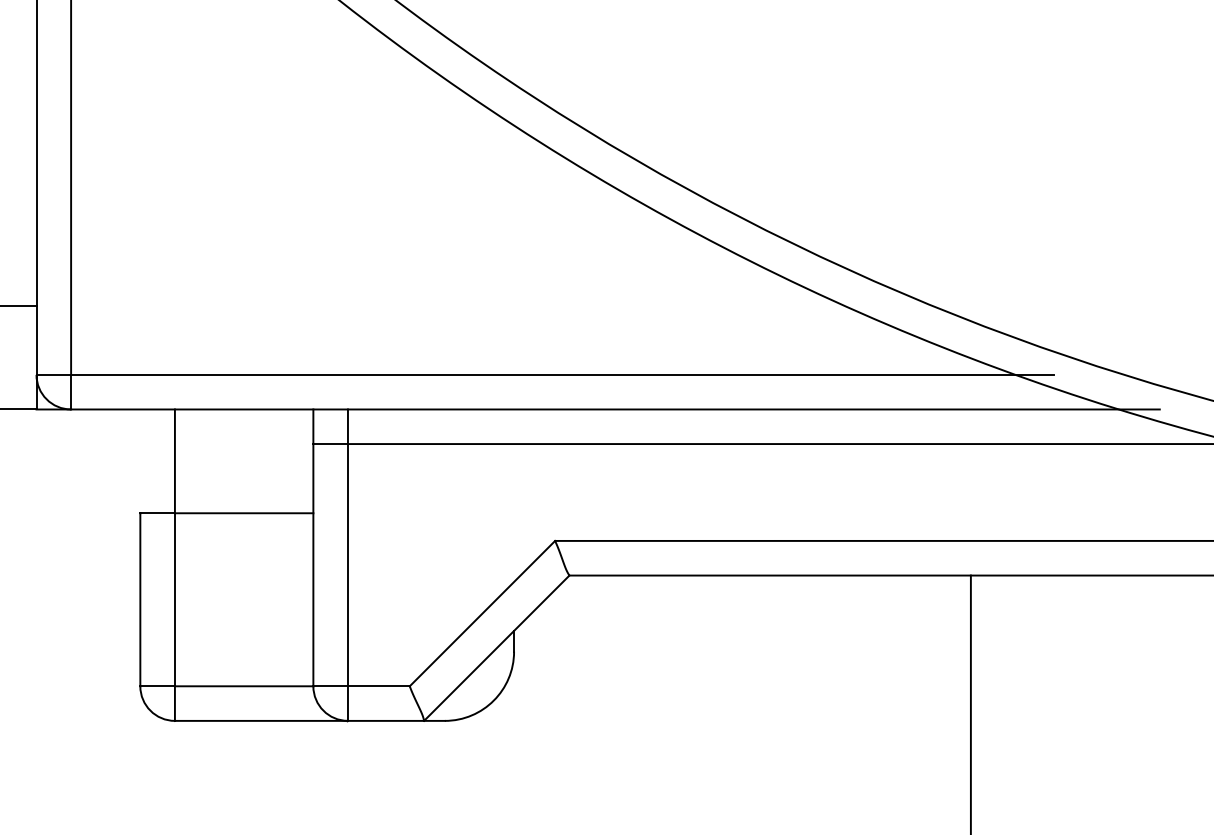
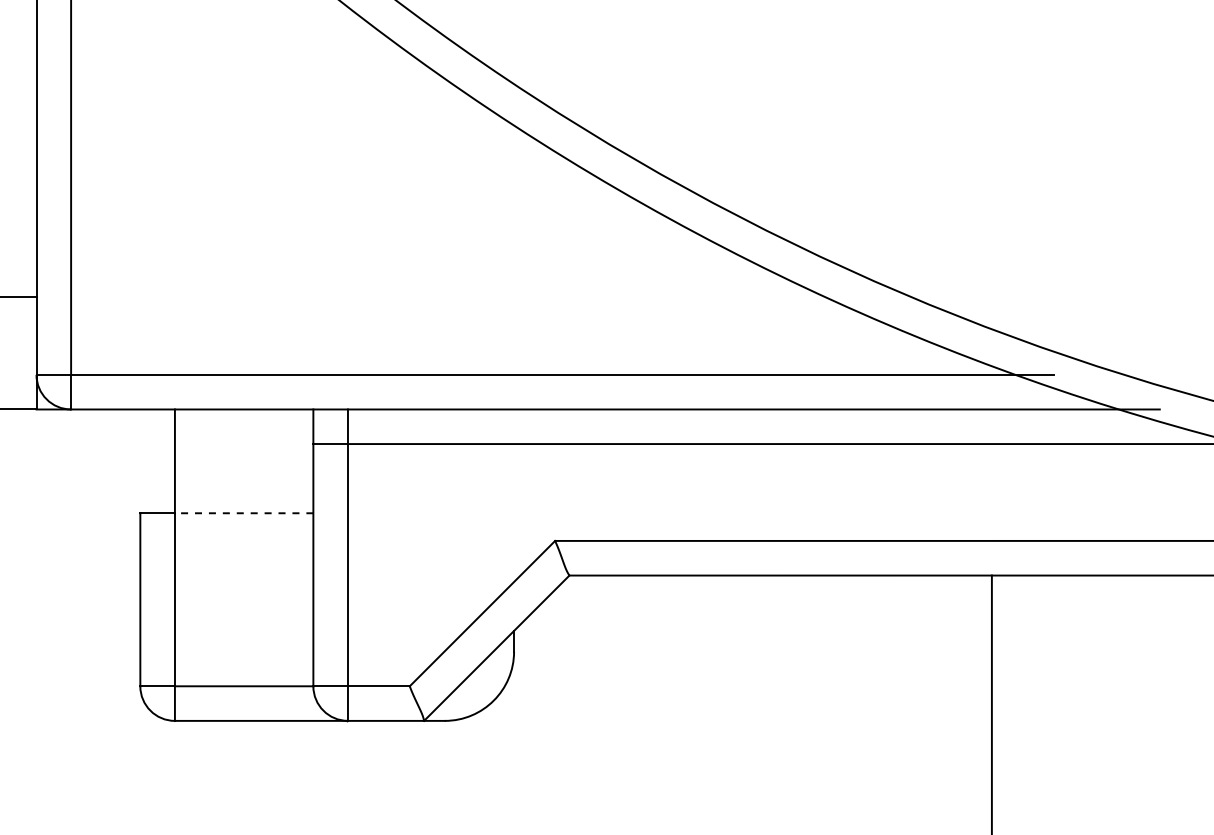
line at (19, 305) position: (19, 305) -> (19, 296)
line at (243, 513): solid -> dashed
line at (970, 703) position: (970, 703) -> (991, 703)
